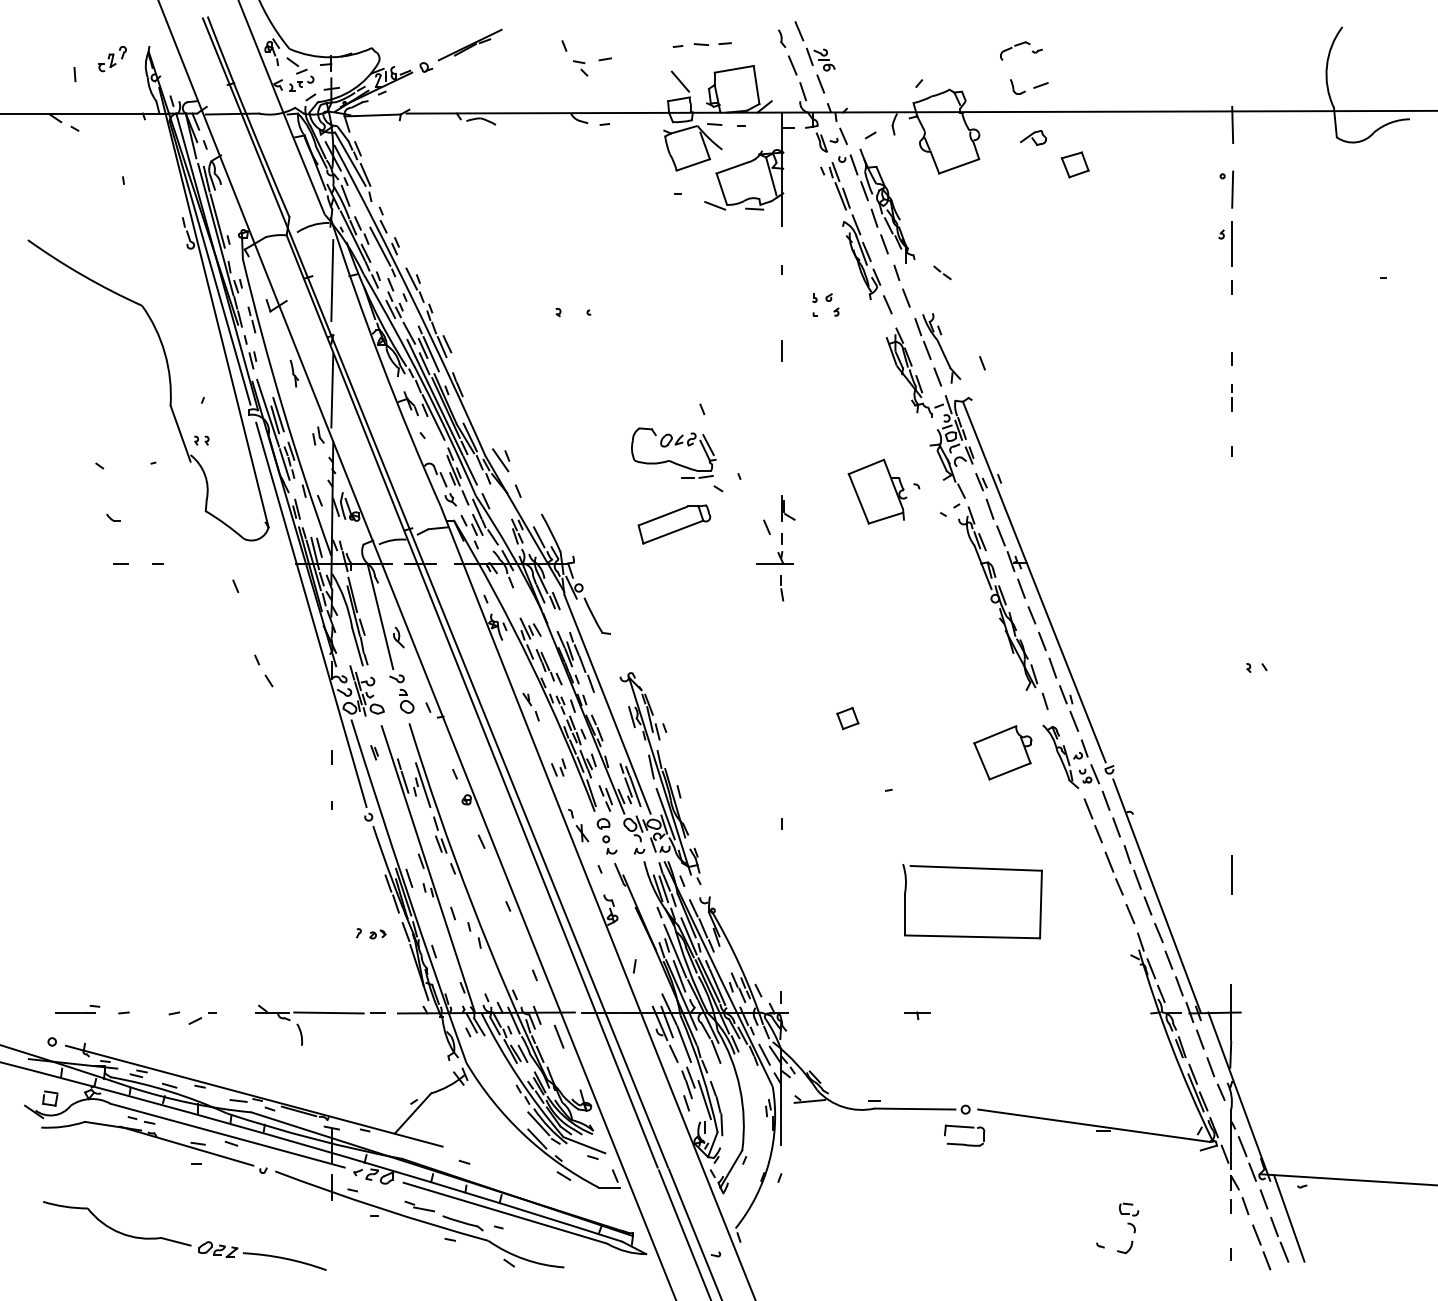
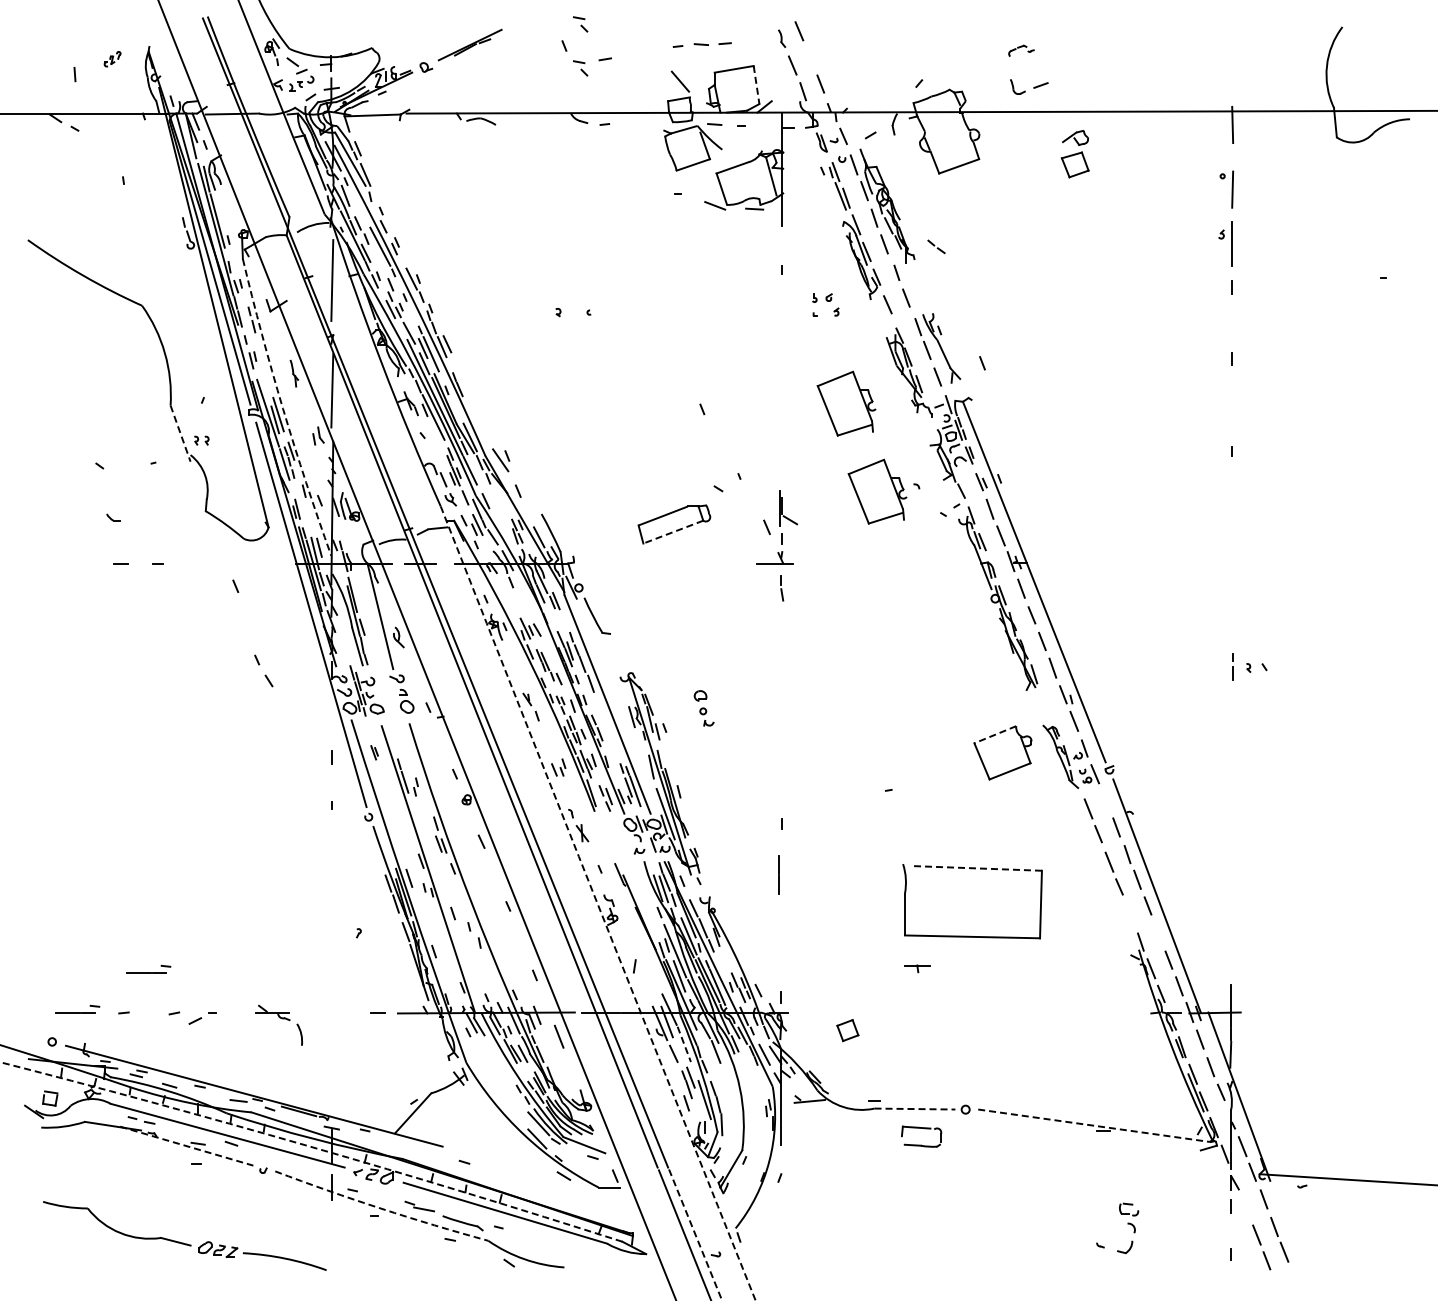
part at (580, 24): none -> present
part at (1021, 50) size: 43x20 px -> 27x13 px
part at (112, 59) size: 29x27 px -> 19x17 px
part at (820, 59): present -> none
line at (756, 85): solid -> dashed
part at (1033, 137) position: (1033, 137) -> (1075, 137)
line at (941, 271) position: (941, 271) -> (935, 245)
line at (781, 350): present -> none
line at (1231, 397) position: (1231, 397) -> (1232, 666)
part at (846, 403): none -> present
arc at (283, 408): solid -> dashed
line at (180, 433): solid -> dashed
part at (675, 445): present -> none
part at (788, 508) size: 15x27 px -> 19x37 px
line at (672, 532): solid -> dashed
line at (1044, 700): present -> none
part at (847, 718) position: (847, 718) -> (847, 1030)
line at (995, 734): solid -> dashed
line at (423, 785): present -> none
line at (1105, 800): present -> none
part at (606, 836) position: (606, 836) -> (703, 708)
line at (976, 868): solid -> dashed
line at (1231, 874) position: (1231, 874) -> (778, 874)
arc at (597, 904): solid -> dashed
line at (1130, 913): present -> none
line at (1158, 933): present -> none
part at (377, 934): present -> none
part at (148, 968): none -> present
line at (328, 1012): present -> none
part at (917, 1015) position: (917, 1015) -> (917, 968)
line at (684, 1044): solid -> dashed
line at (915, 1109): solid -> dashed
line at (1093, 1125): solid -> dashed
part at (967, 1128) position: (967, 1128) -> (924, 1129)
line at (187, 1146): solid -> dashed
arc at (312, 1147): solid -> dashed
line at (1245, 1206): present -> none
arc at (380, 1208): solid -> dashed
line at (1289, 1218): present -> none
line at (695, 1235): solid -> dashed
